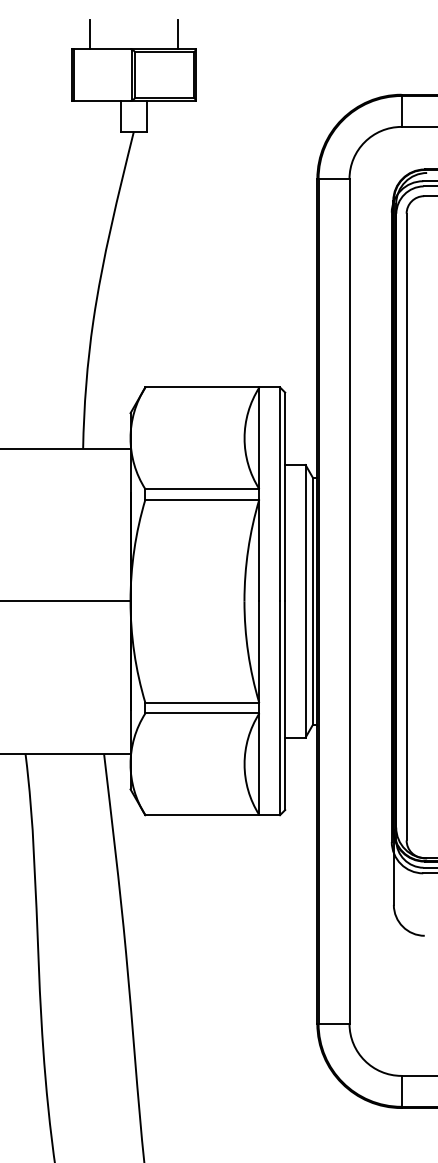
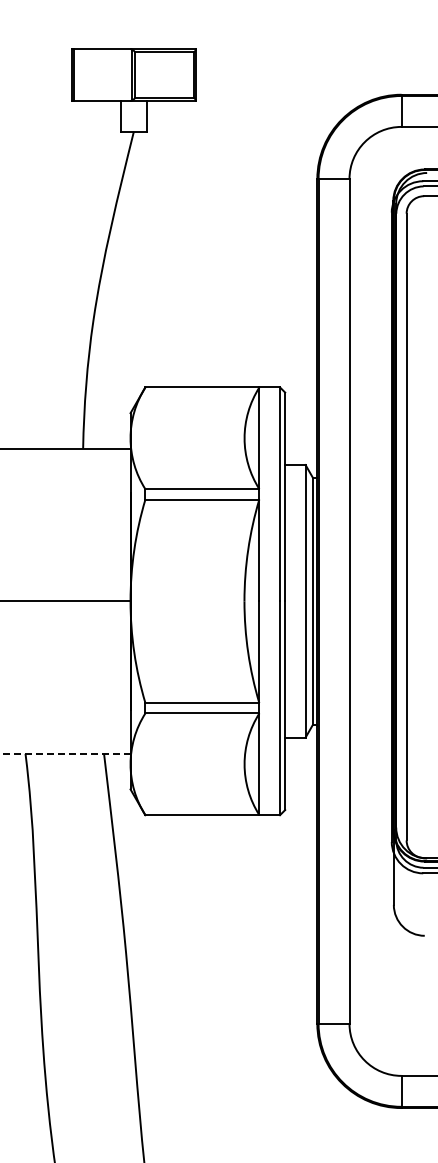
line at (90, 34): present -> none
line at (177, 34): present -> none
line at (65, 753): solid -> dashed
